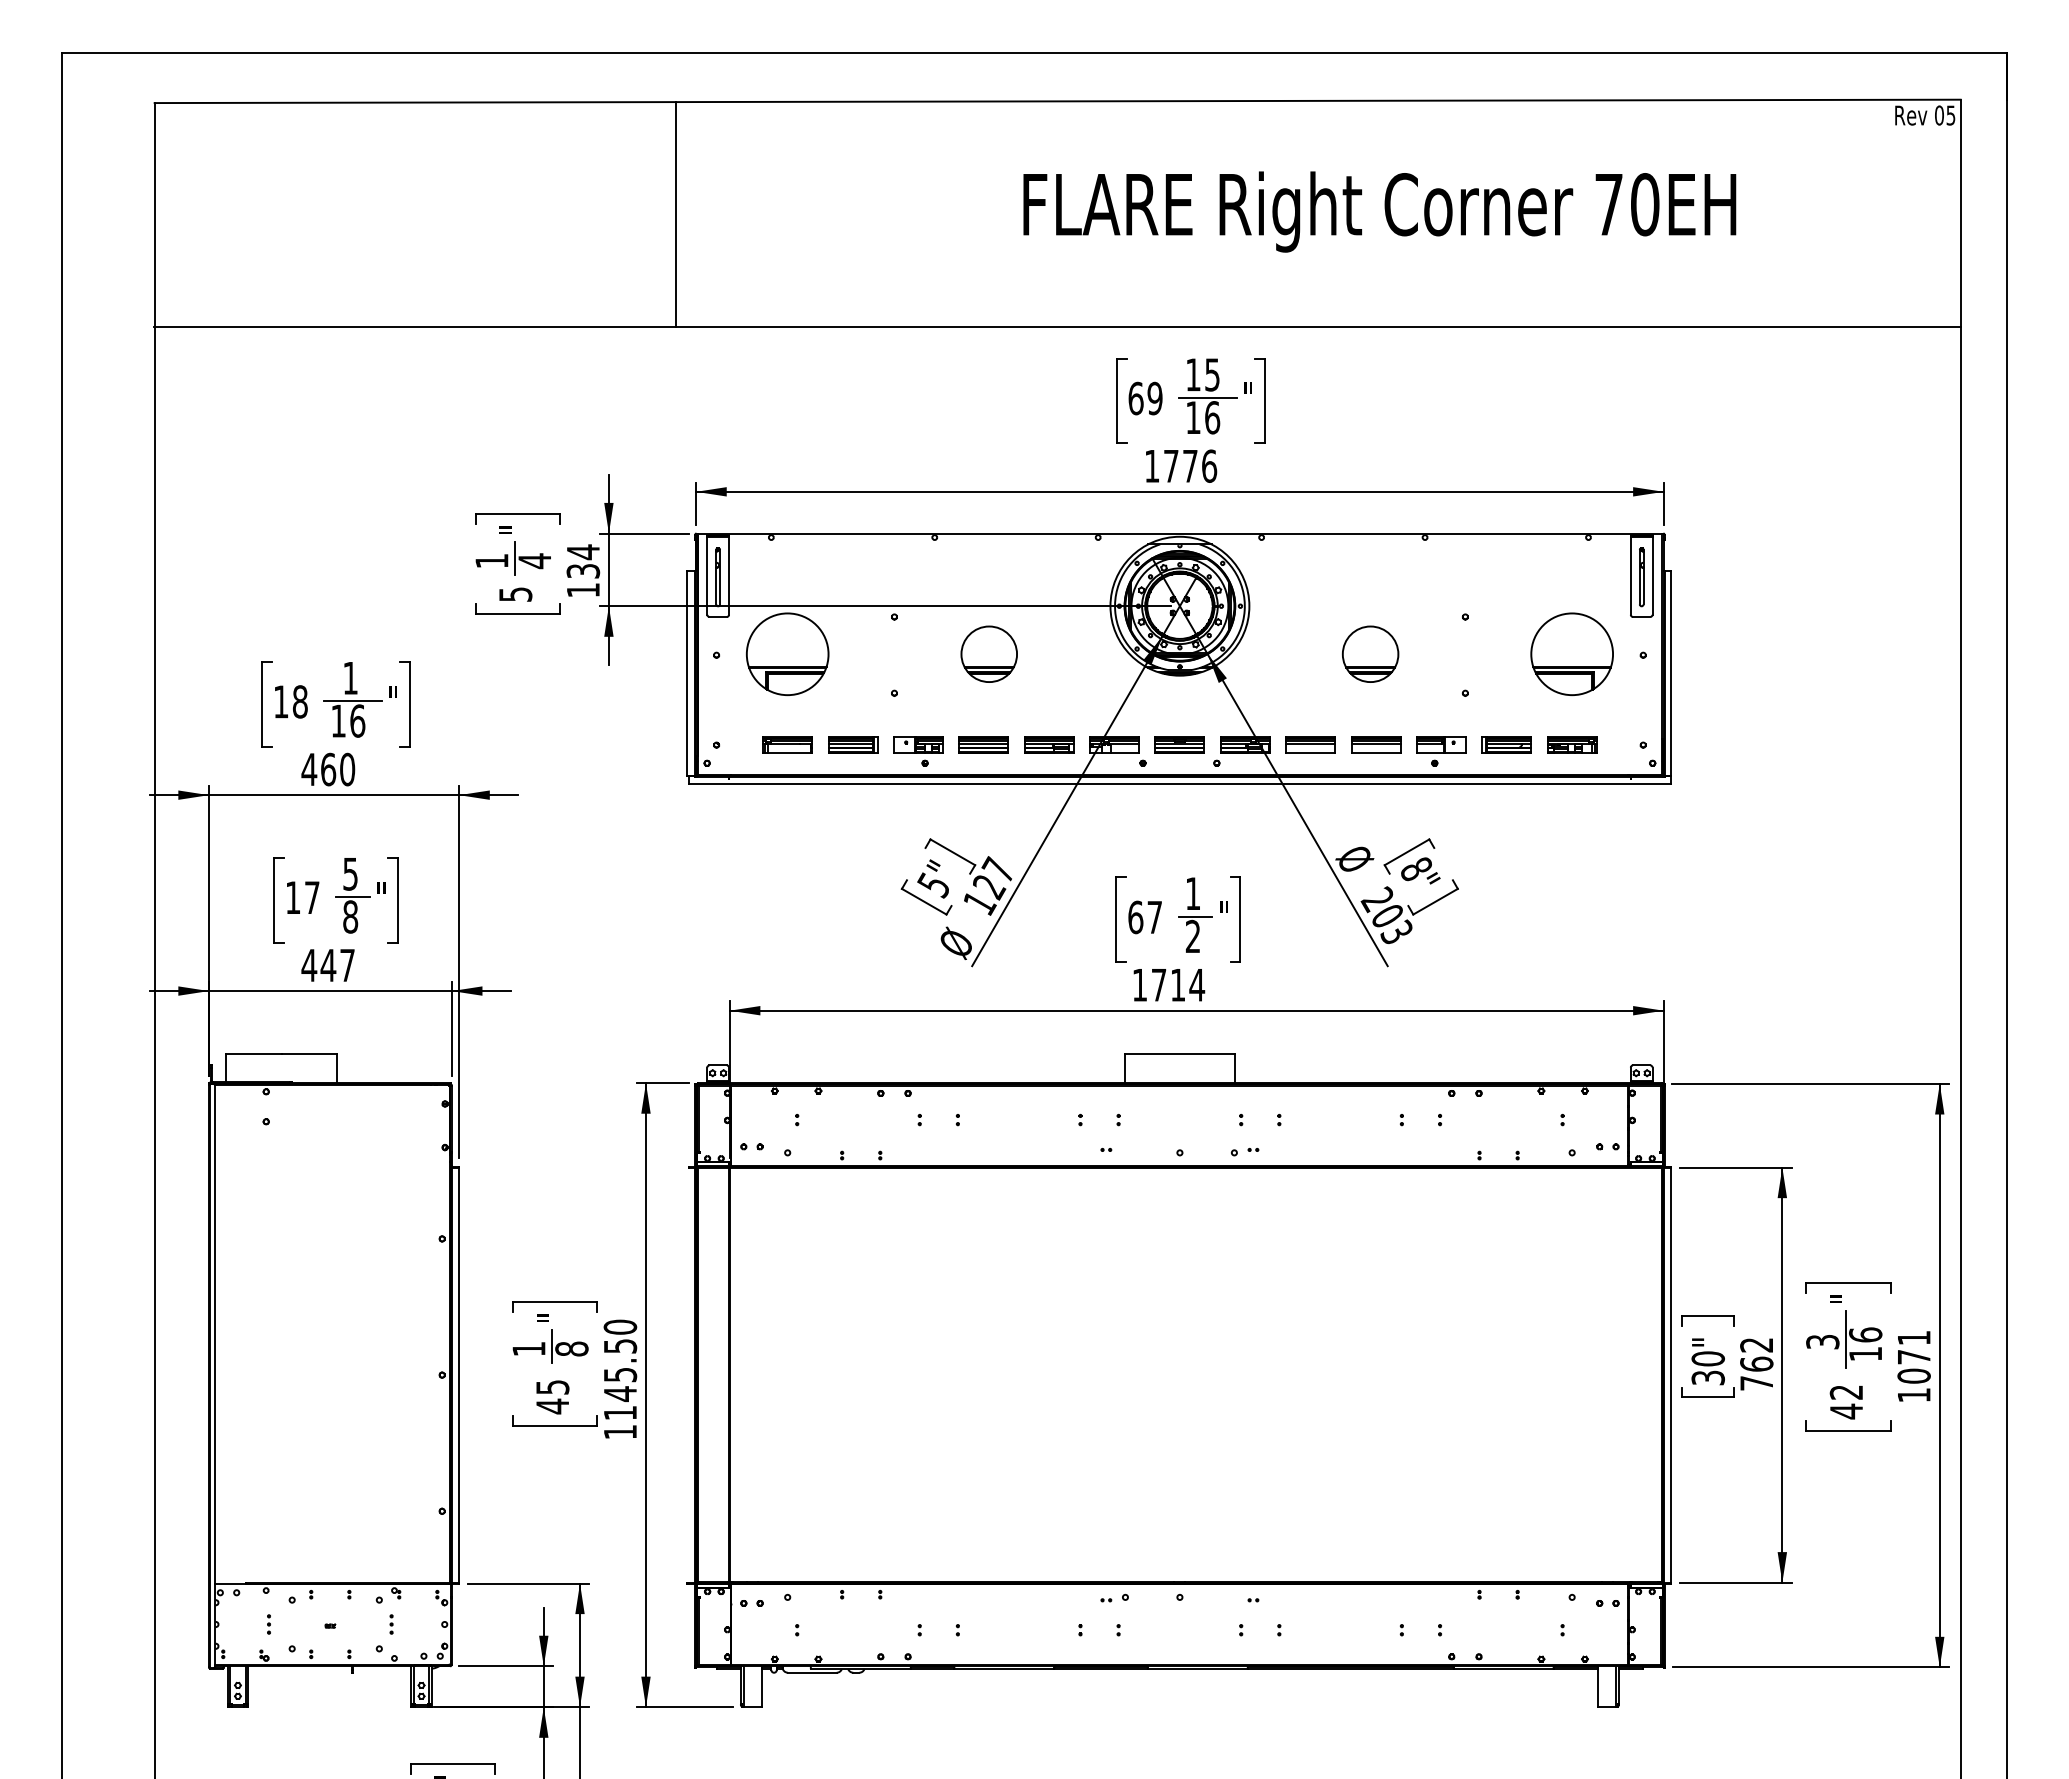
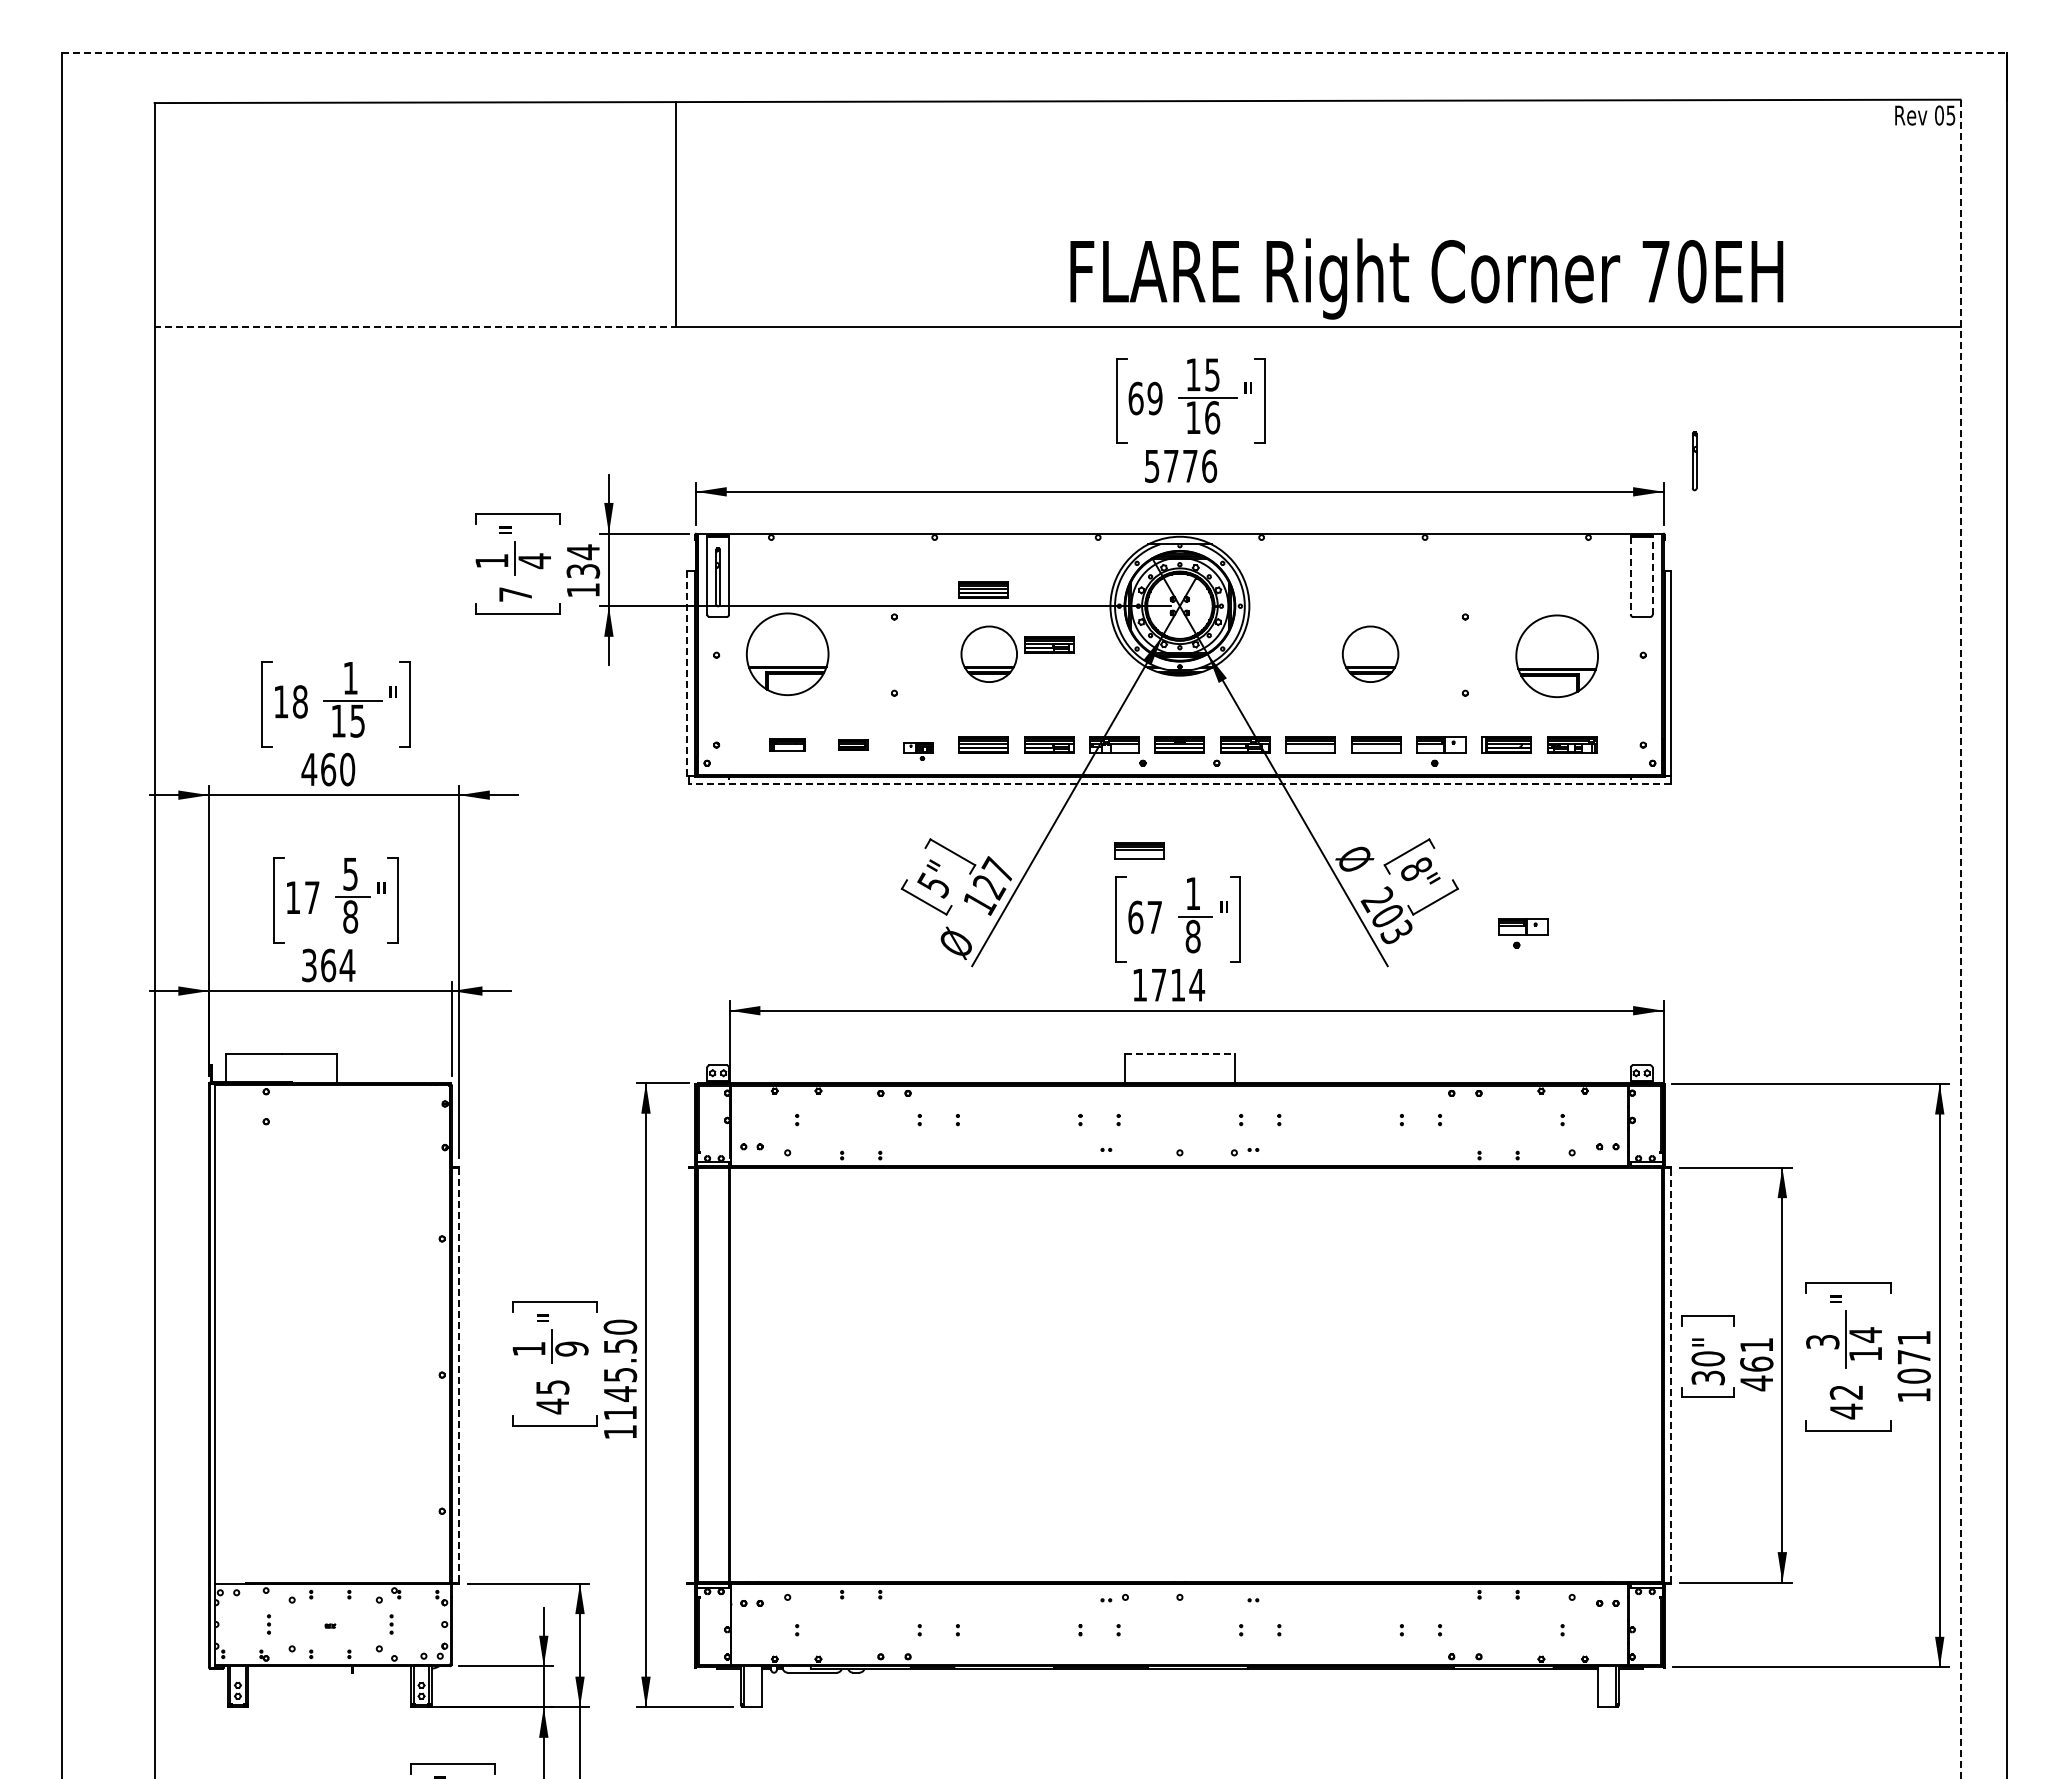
line at (1034, 53): solid -> dashed
text at (1379, 211) position: (1379, 211) -> (1426, 278)
line at (415, 326): solid -> dashed
text at (1152, 466): 1776 -> 5776
line at (1630, 576): solid -> dashed
line at (1652, 576): solid -> dashed
part at (1641, 577) position: (1641, 577) -> (1694, 461)
part at (983, 589): none -> present
text at (515, 594): 5 -> 7
part at (1049, 644): none -> present
part at (1571, 654) position: (1571, 654) -> (1556, 656)
line at (687, 672): solid -> dashed
text at (357, 720): 16 -> 15
part at (787, 744) size: 51x18 px -> 37x14 px
part at (853, 744) size: 51x18 px -> 31x12 px
part at (918, 751) size: 51x31 px -> 31x19 px
line at (1179, 783): solid -> dashed
part at (1139, 850): none -> present
part at (1523, 933): none -> present
text at (1192, 936): 2 -> 8
line at (1960, 938): solid -> dashed
text at (328, 965): 447 -> 364
line at (1180, 1054): solid -> dashed
text at (1865, 1334): 16 -> 14
text at (571, 1348): 8 -> 9
text at (1756, 1364): 762 -> 461
line at (459, 1375): solid -> dashed
line at (1671, 1375): solid -> dashed
